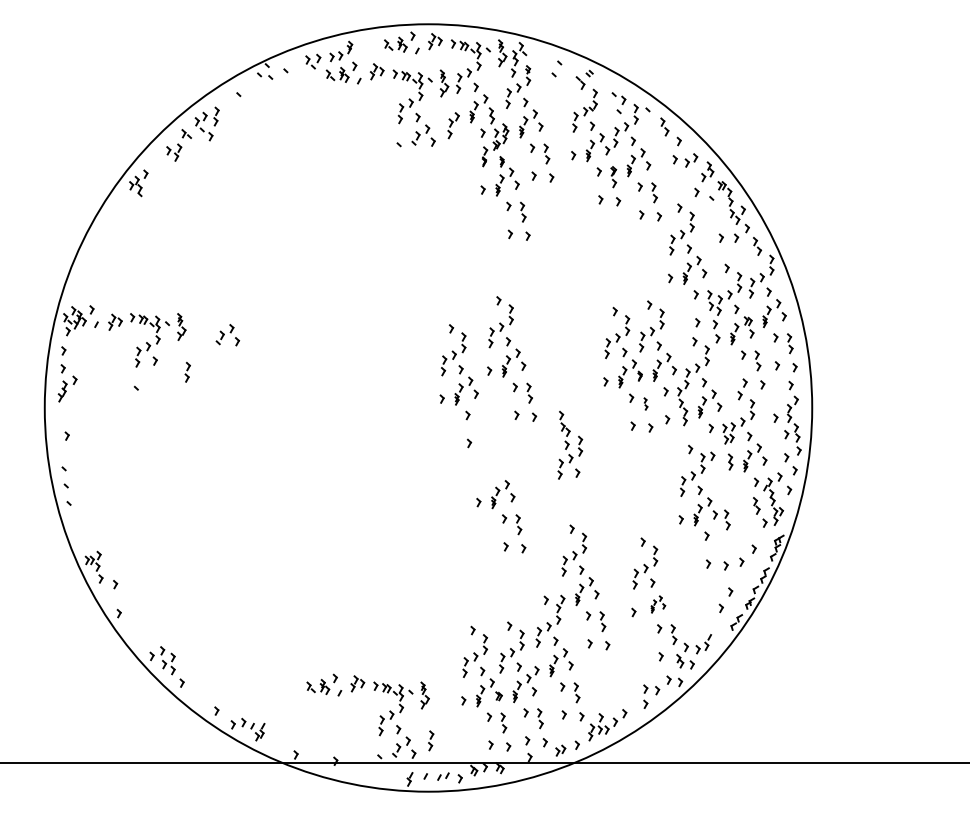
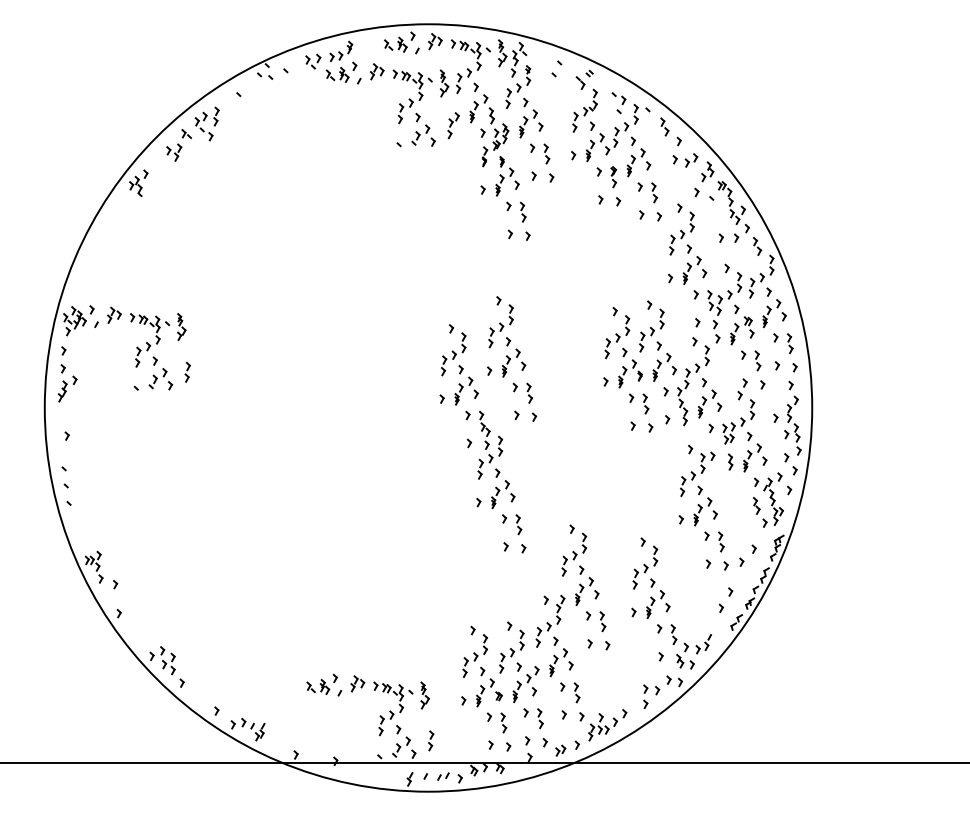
part at (115, 321) position: (115, 321) -> (114, 314)
part at (227, 335) position: (227, 335) -> (160, 379)
part at (645, 403) size: 6x14 px -> 8x22 px
part at (570, 444) position: (570, 444) -> (490, 444)
part at (727, 519) position: (727, 519) -> (721, 541)
part at (658, 604) size: 17x19 px -> 25x29 px
